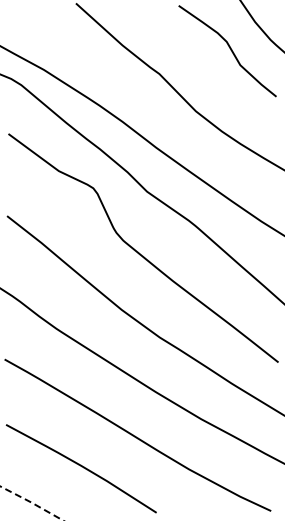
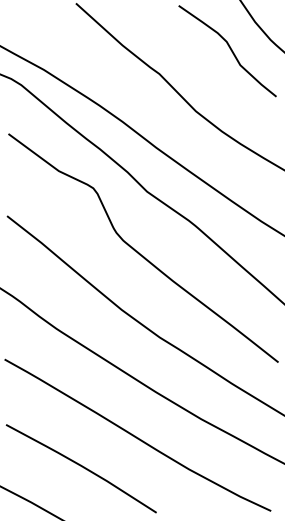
line at (31, 502): dashed -> solid
